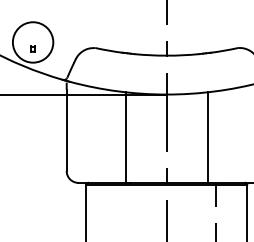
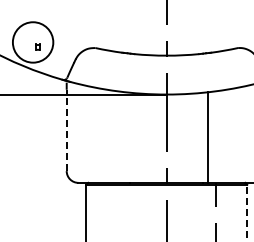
part at (32, 48) position: (32, 48) -> (37, 46)
line at (66, 130): solid -> dashed
line at (126, 137): present -> none
line at (247, 212): solid -> dashed
